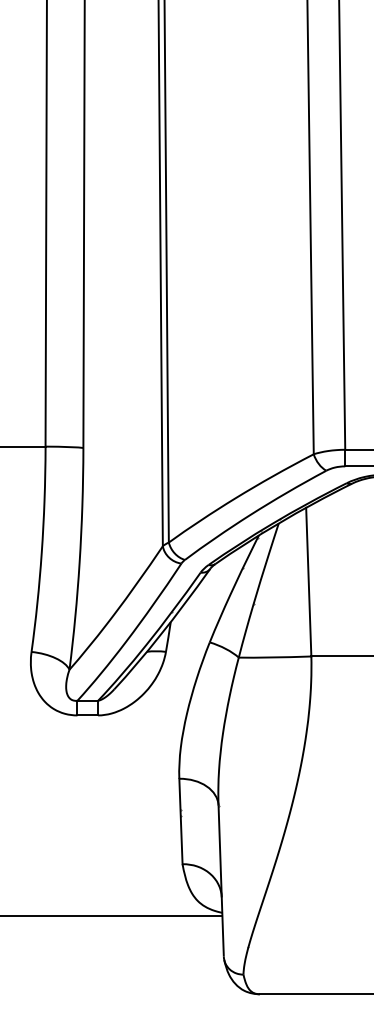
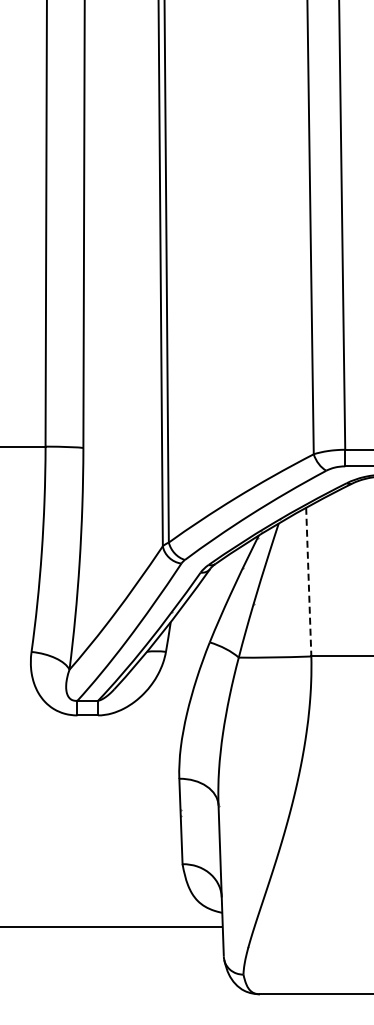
line at (308, 582): solid -> dashed
line at (112, 915) position: (112, 915) -> (112, 926)
